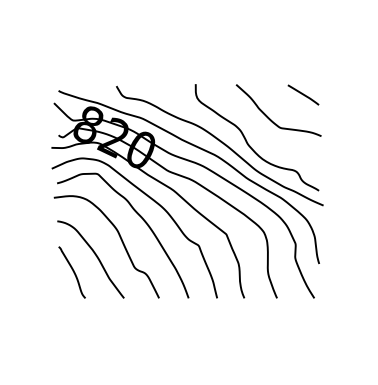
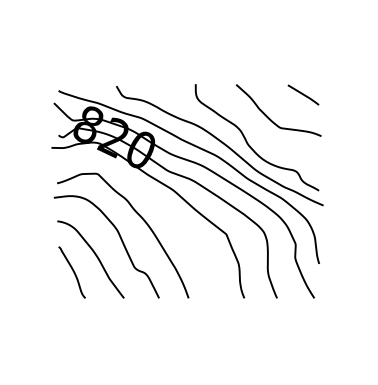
curve at (154, 202): present -> none
